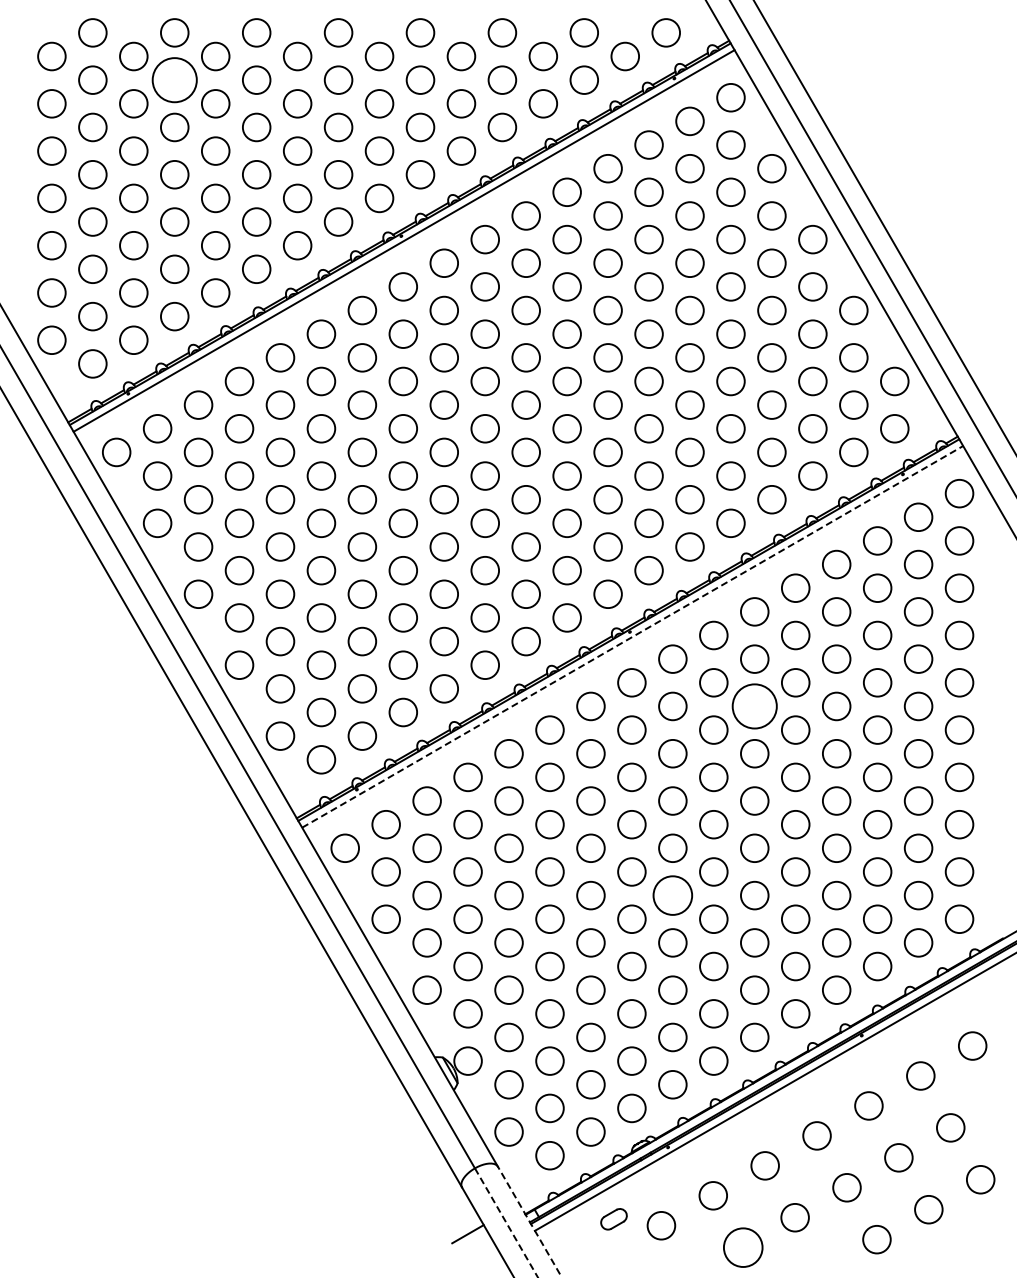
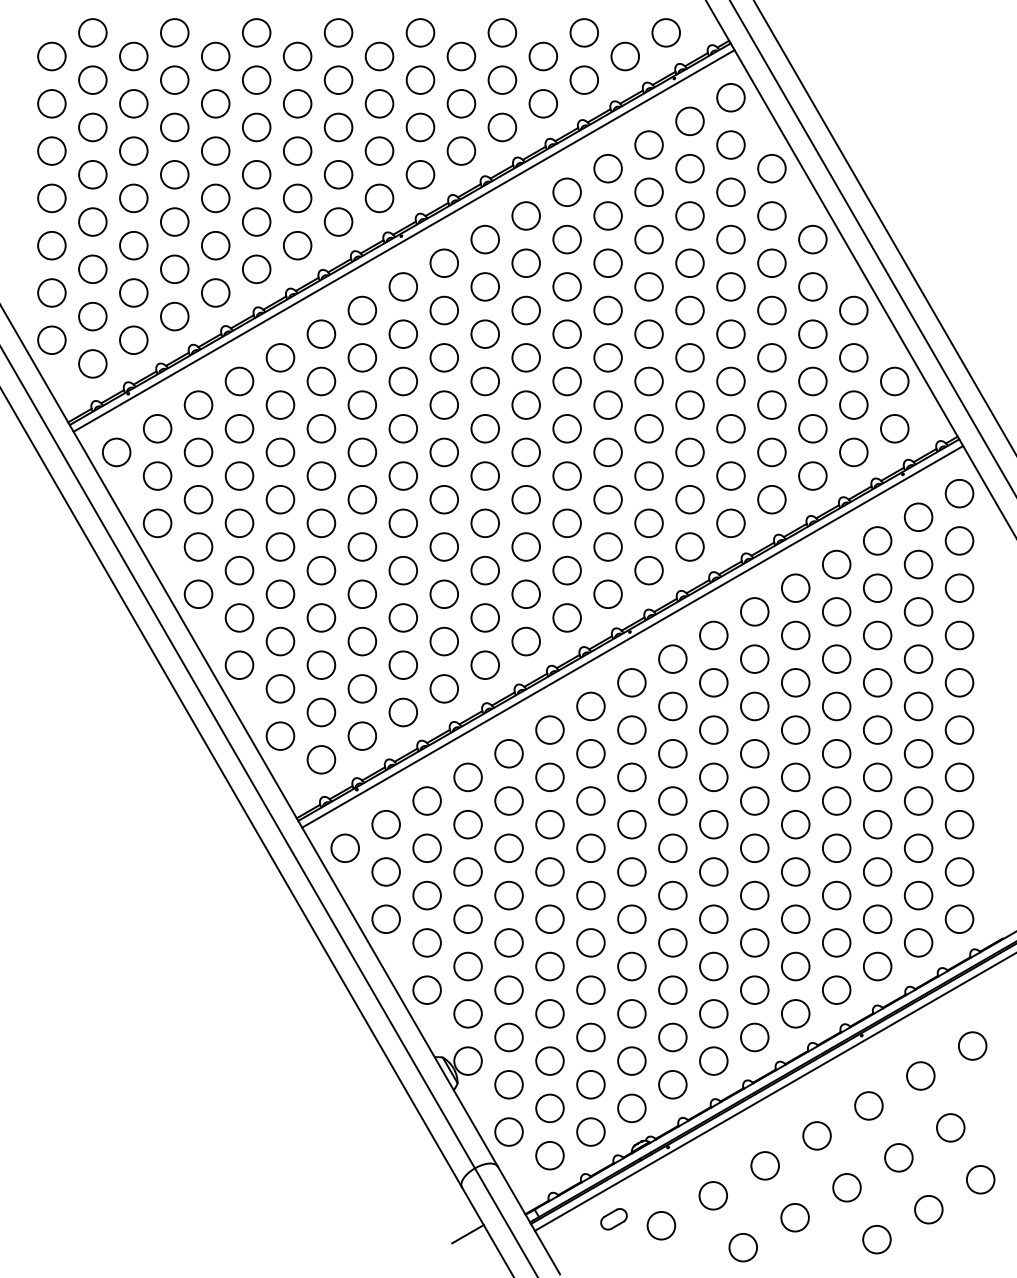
circle at (174, 80) diameter: 44 px -> 28 px
line at (632, 636): dashed -> solid
circle at (754, 706) diameter: 44 px -> 28 px
circle at (672, 895) diameter: 39 px -> 28 px
line at (528, 1220): dashed -> solid
line at (506, 1223): dashed -> solid
circle at (742, 1247) diameter: 39 px -> 28 px
